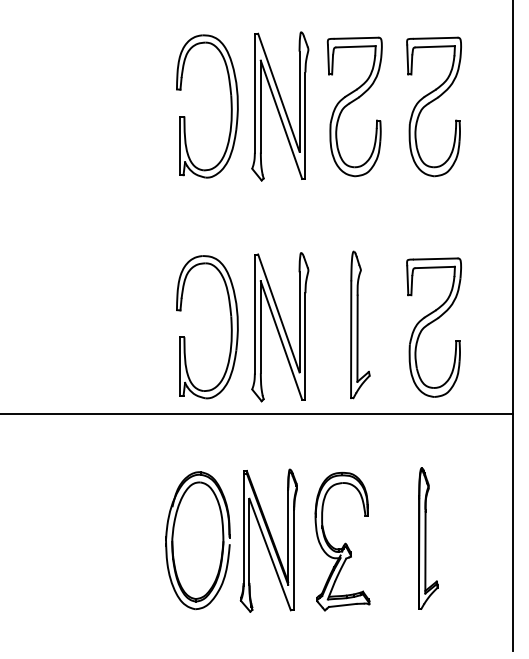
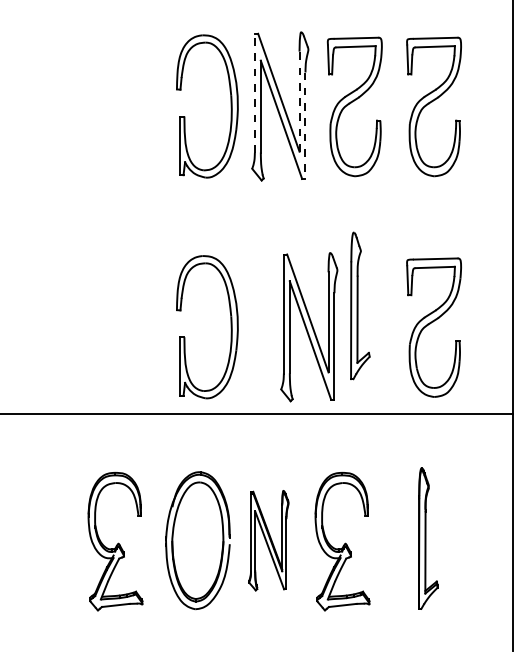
line at (254, 92): solid -> dashed
line at (299, 101): solid -> dashed
line at (305, 126): solid -> dashed
part at (360, 324) position: (360, 324) -> (360, 305)
part at (280, 327) position: (280, 327) -> (309, 327)
part at (268, 540) size: 59x145 px -> 42x102 px
part at (115, 541): none -> present
